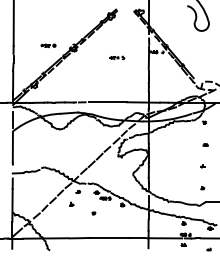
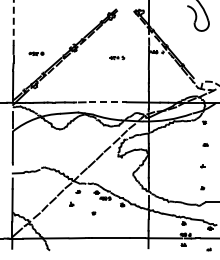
line at (13, 23): solid -> dashed
part at (48, 45) position: (48, 45) -> (36, 53)
line at (107, 102): solid -> dashed
